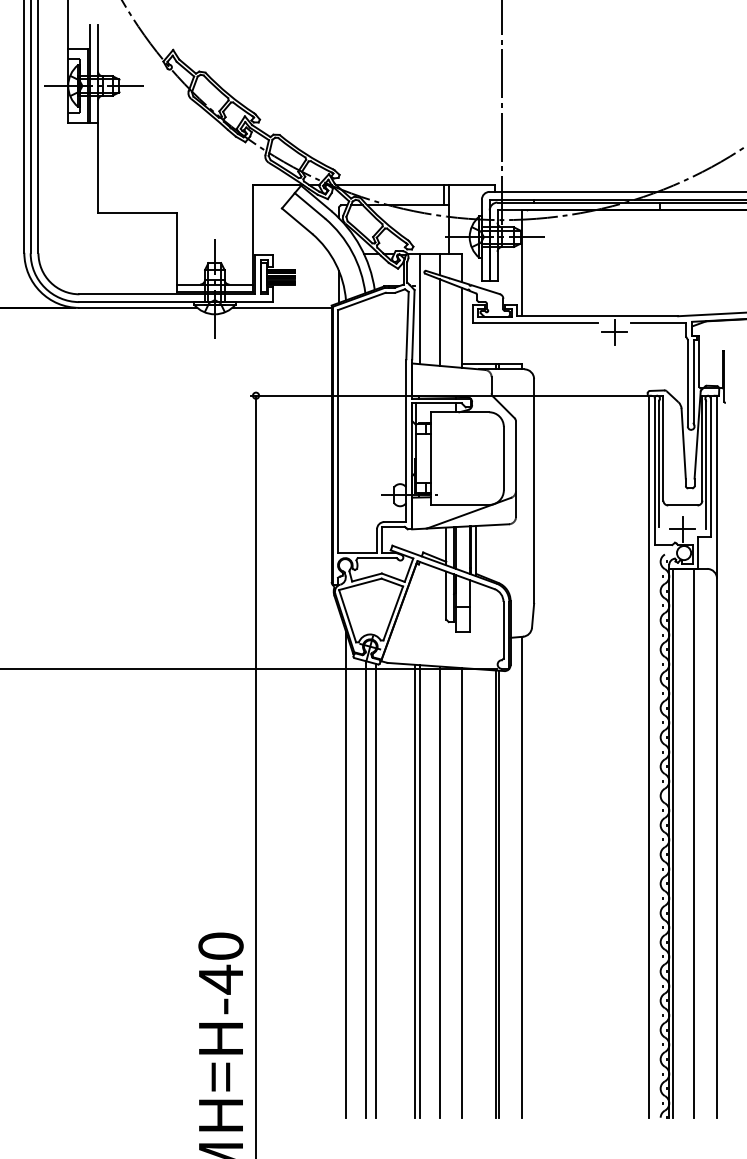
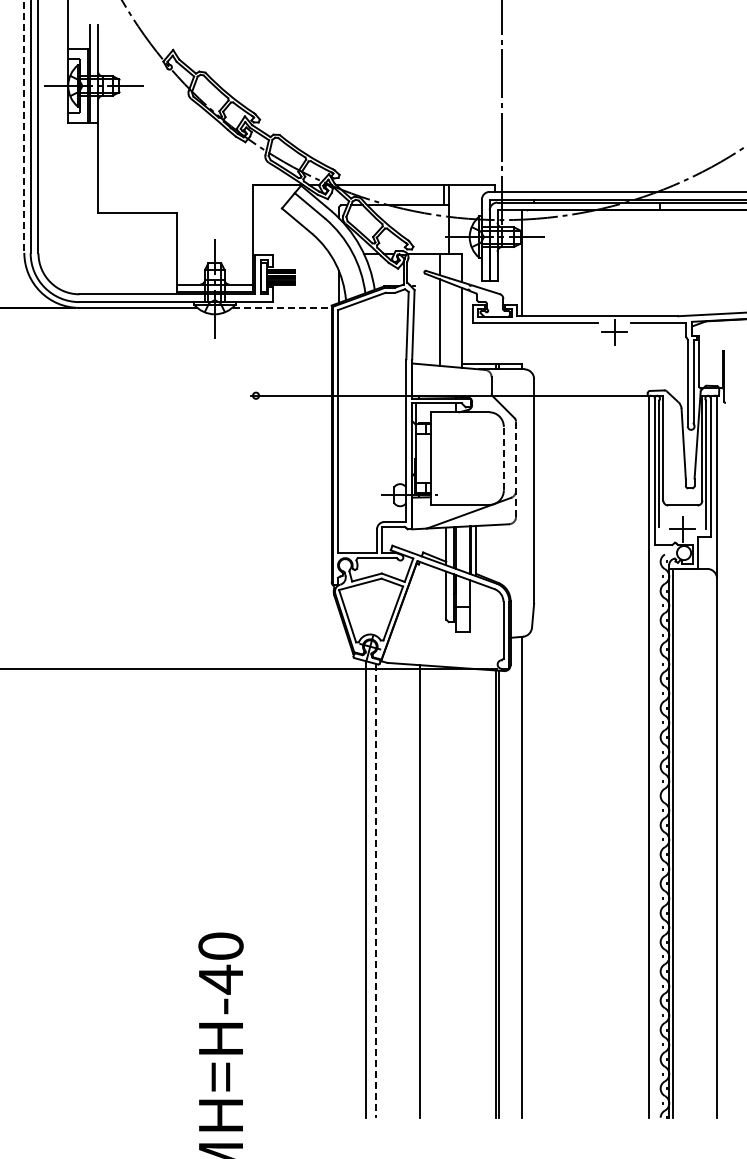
line at (24, 126): solid -> dashed
line at (282, 307): solid -> dashed
line at (419, 309): present -> none
line at (503, 458): solid -> dashed
line at (516, 469): solid -> dashed
line at (256, 775): present -> none
line at (693, 842): present -> none
line at (346, 874): present -> none
line at (376, 890): solid -> dashed
line at (415, 890): present -> none
line at (439, 891): present -> none
line at (461, 892): present -> none
